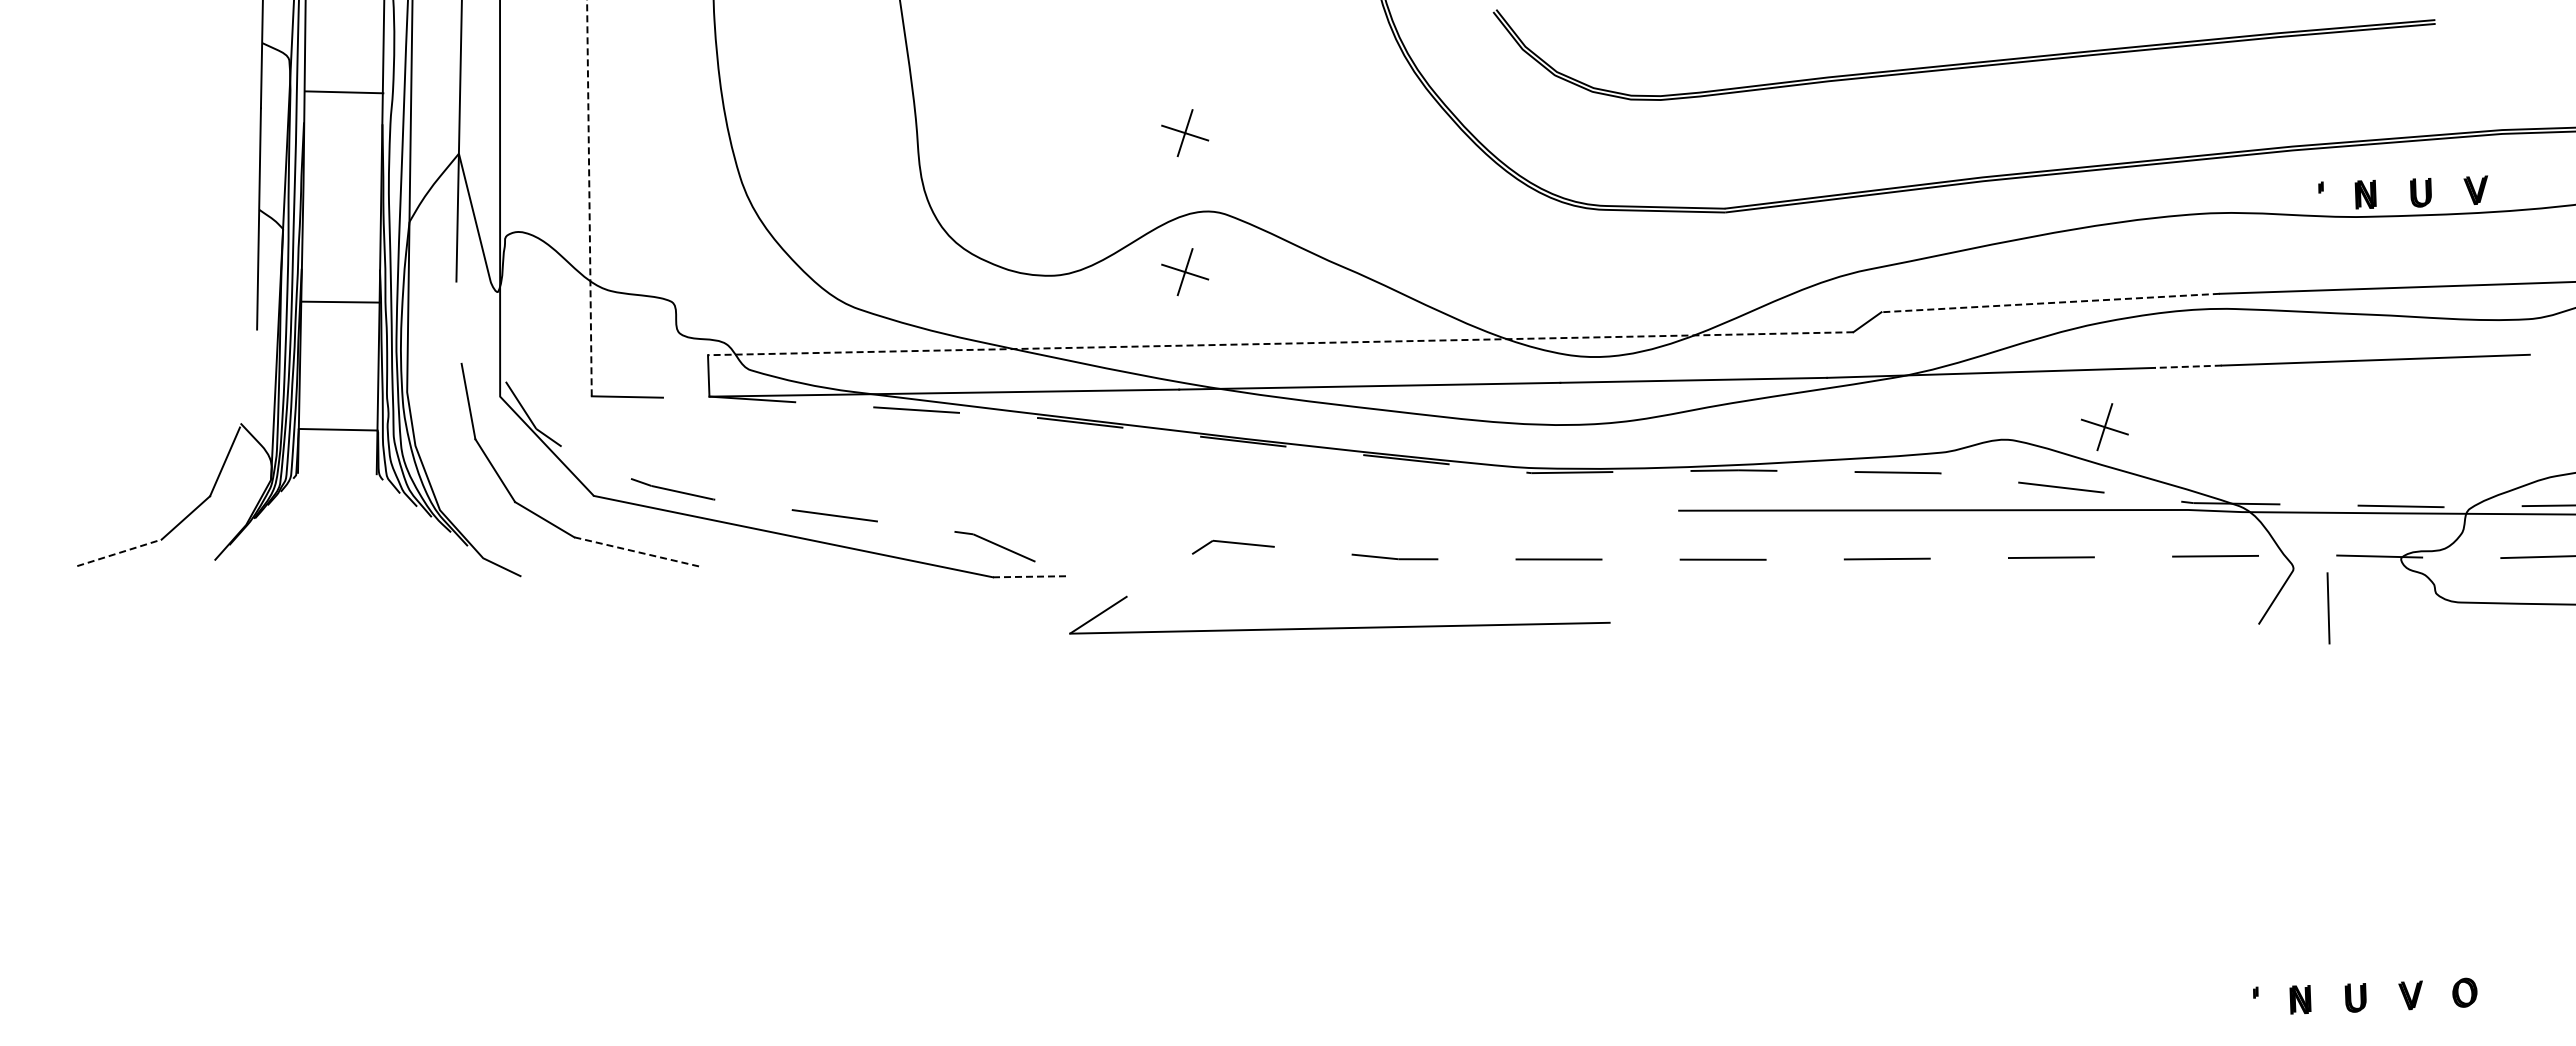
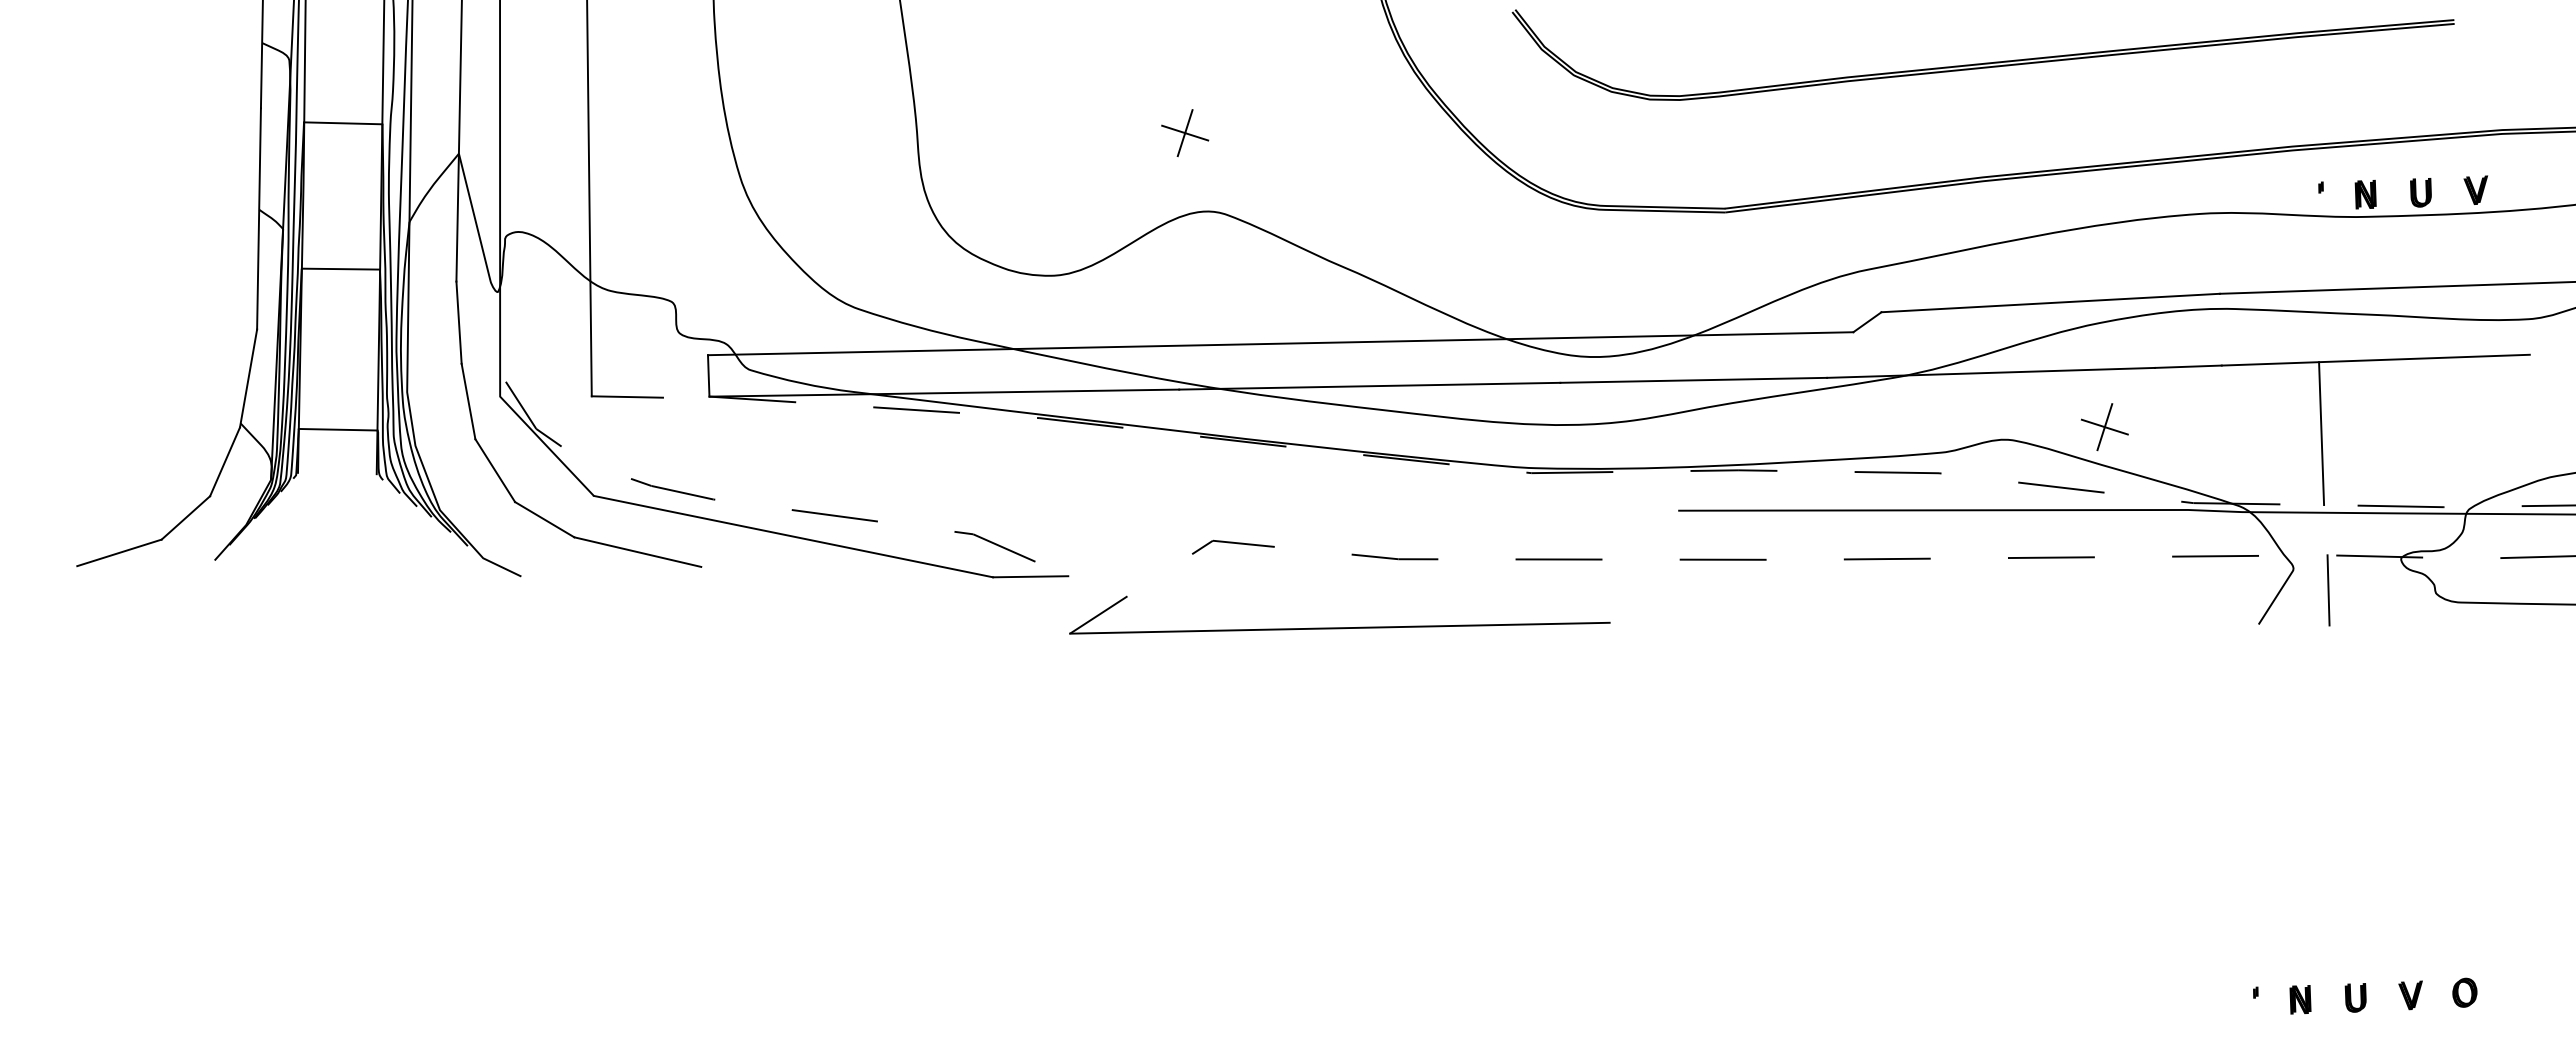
part at (1965, 62) position: (1965, 62) -> (1984, 62)
line at (343, 92) position: (343, 92) -> (342, 123)
line at (589, 198): dashed -> solid
part at (1185, 272): present -> none
line at (340, 301) position: (340, 301) -> (340, 268)
line at (2050, 303): dashed -> solid
line at (458, 322): none -> present
line at (1280, 343): dashed -> solid
line at (2187, 366): dashed -> solid
line at (248, 378): none -> present
line at (2321, 433): none -> present
line at (119, 552): dashed -> solid
line at (638, 552): dashed -> solid
line at (1030, 576): dashed -> solid
line at (2328, 608) position: (2328, 608) -> (2328, 590)
